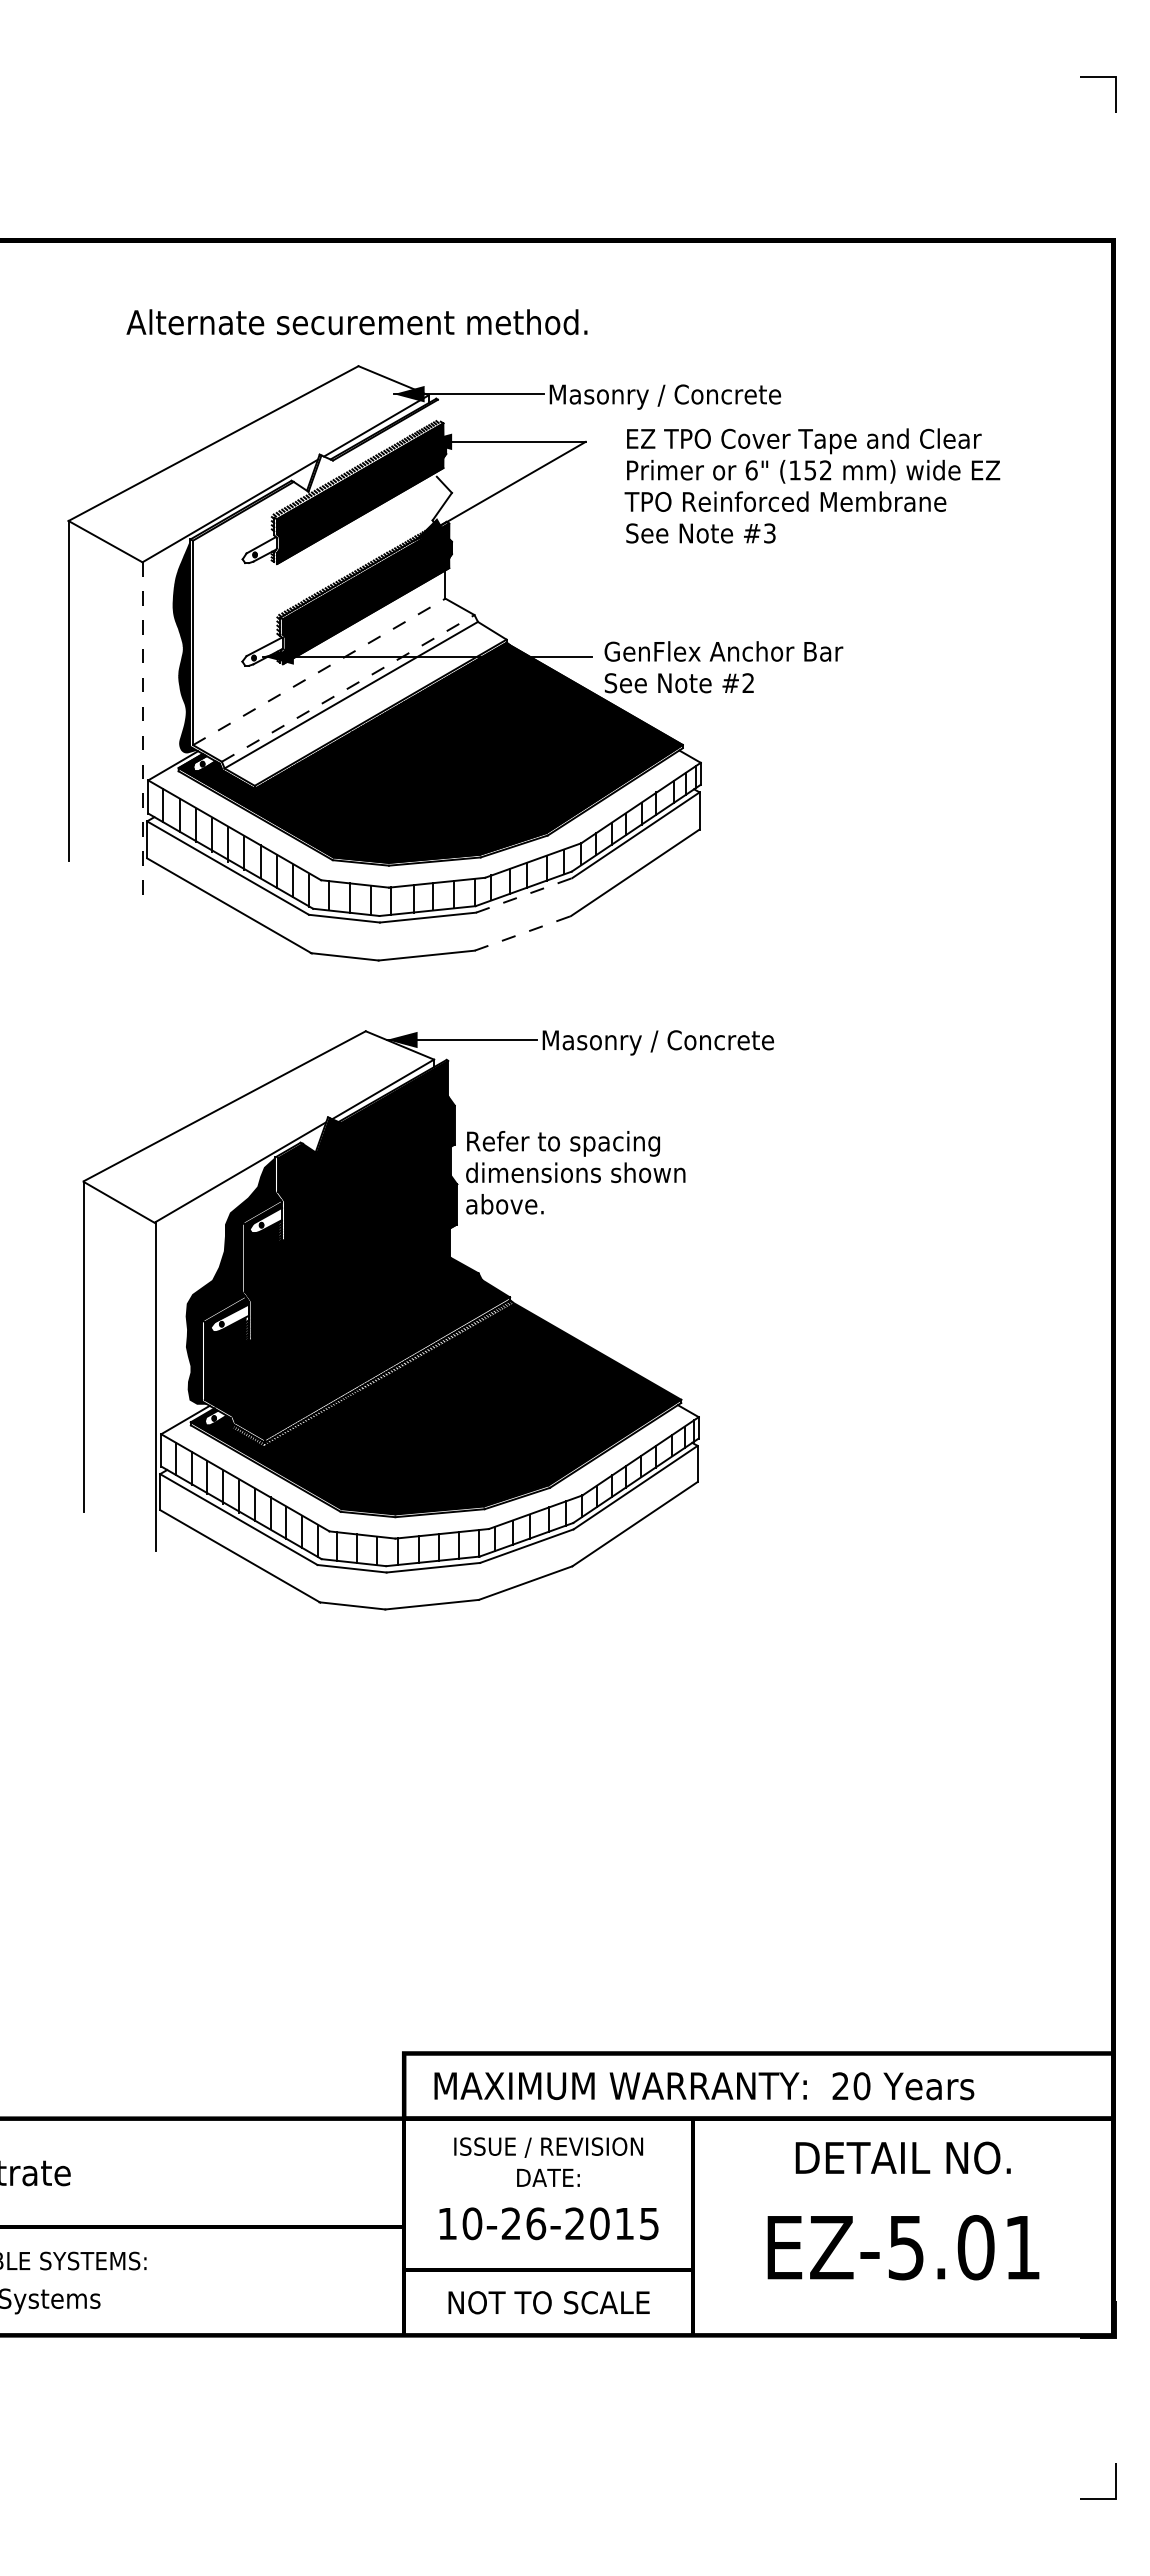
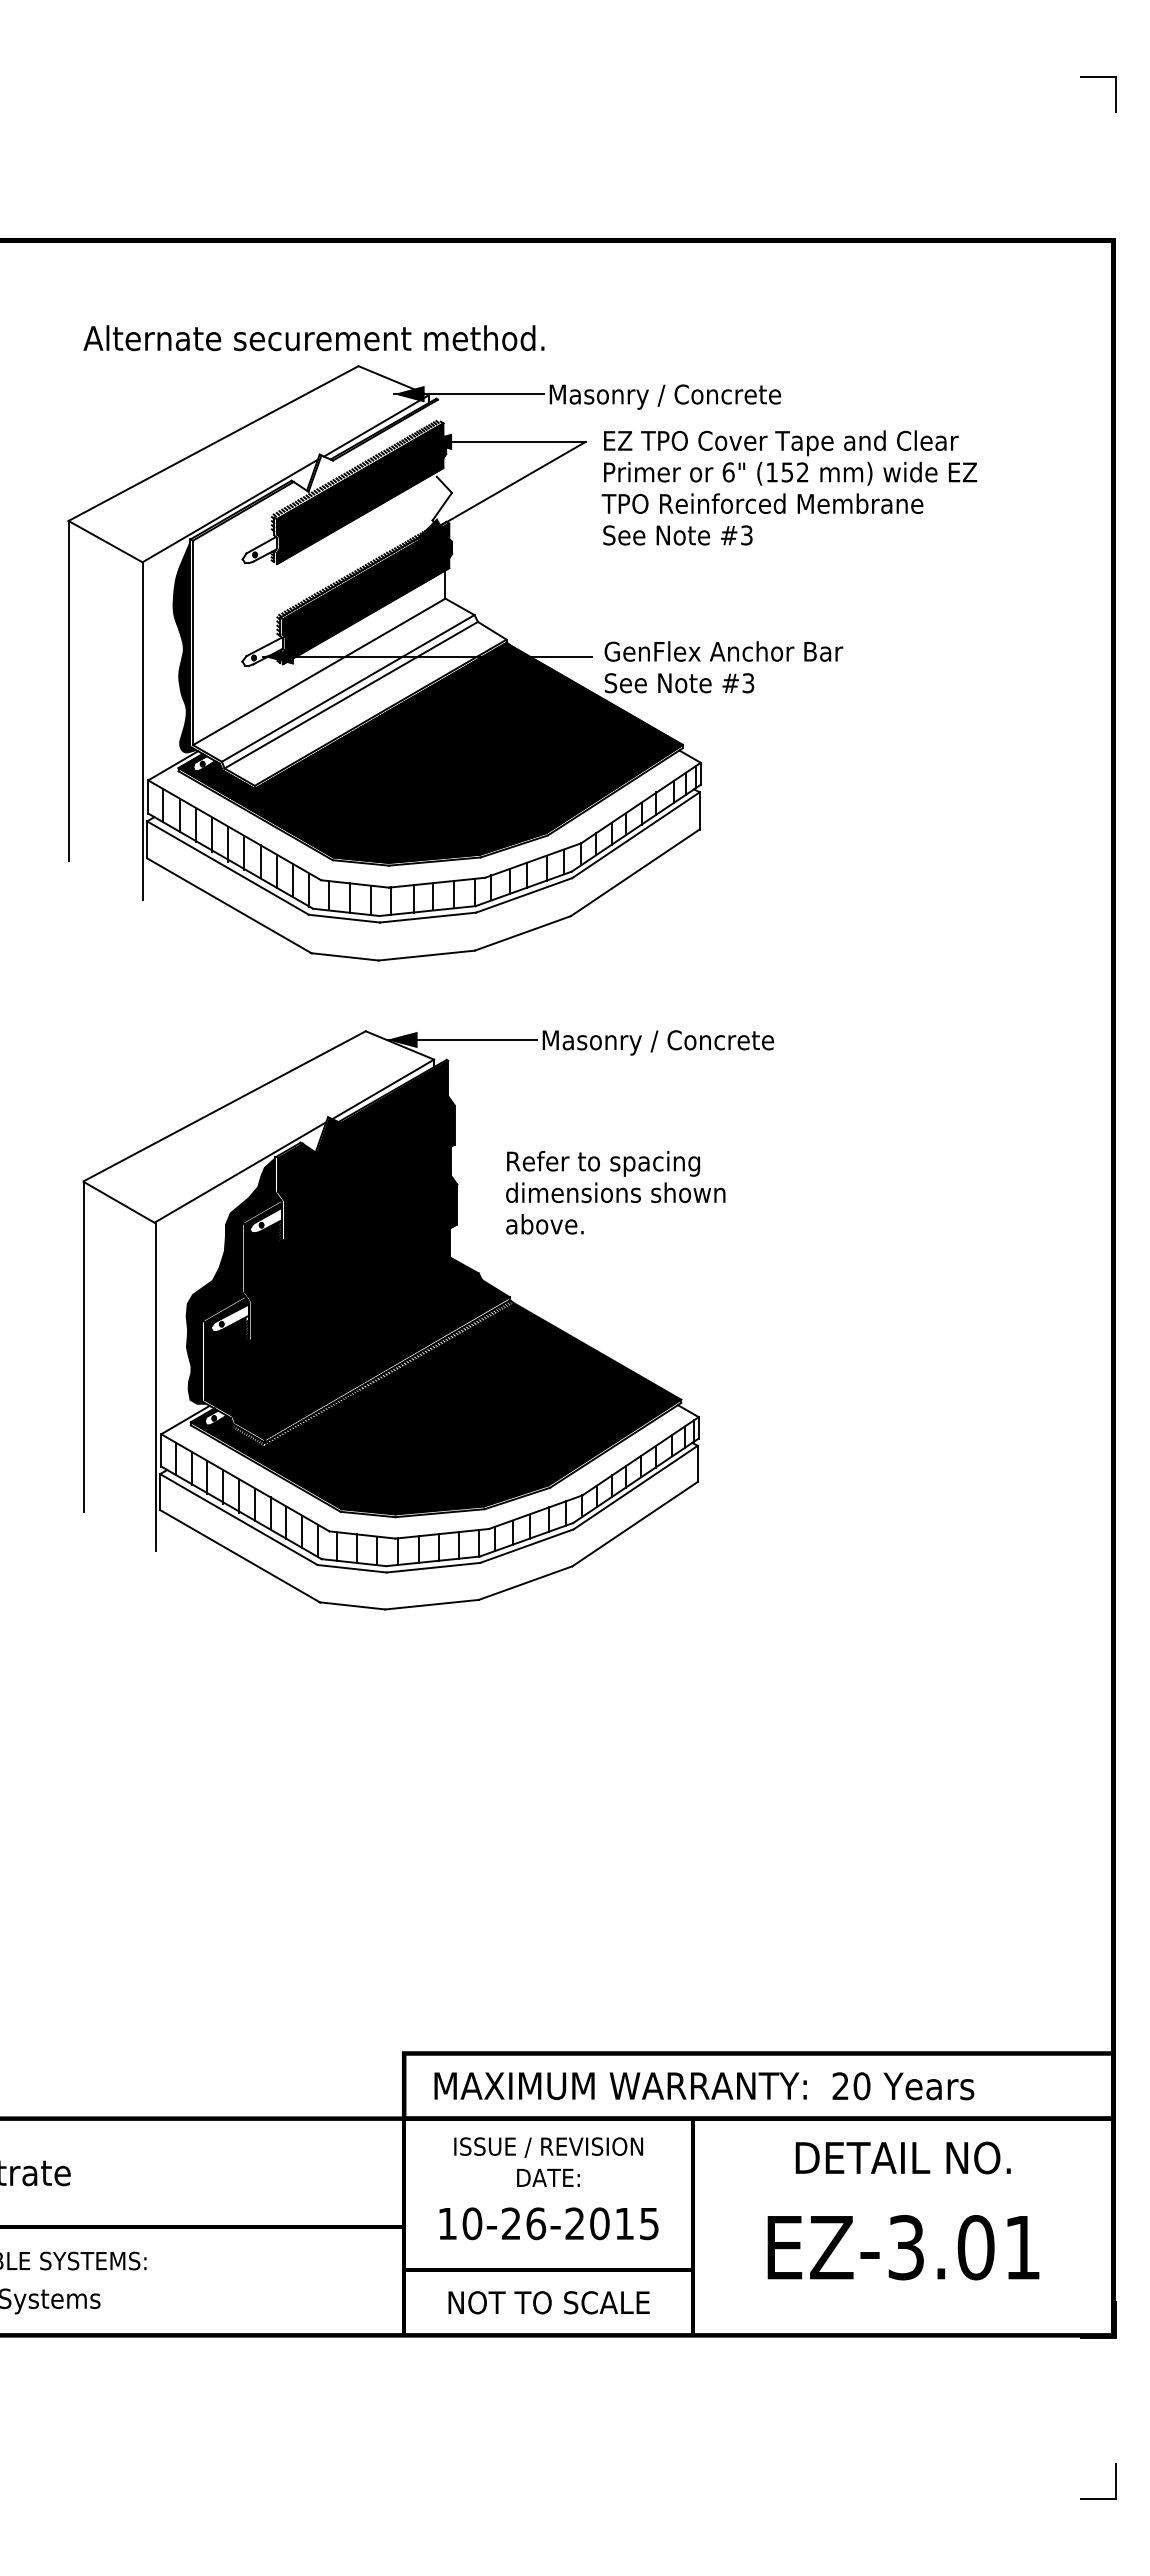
text at (356, 322) position: (356, 322) -> (313, 338)
text at (812, 485) position: (812, 485) -> (789, 487)
line at (319, 671): dashed -> solid
text at (748, 683): #2 -> #3
line at (348, 688): dashed -> solid
line at (142, 731): dashed -> solid
line at (524, 895): dashed -> solid
line at (523, 933): dashed -> solid
text at (575, 1172) position: (575, 1172) -> (615, 1192)
text at (906, 2247): EZ-5.01 -> EZ-3.01
